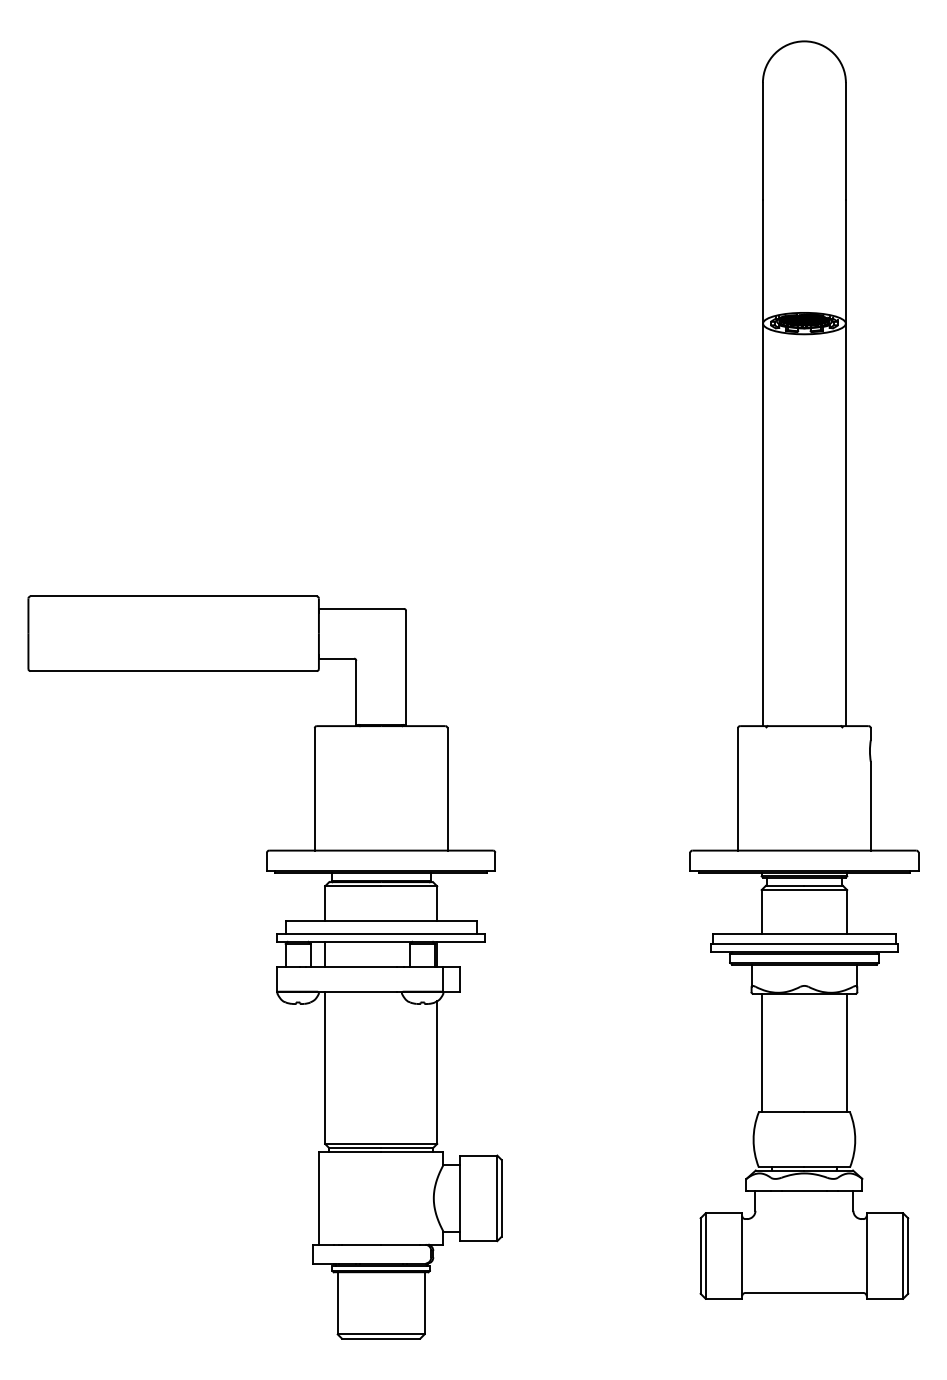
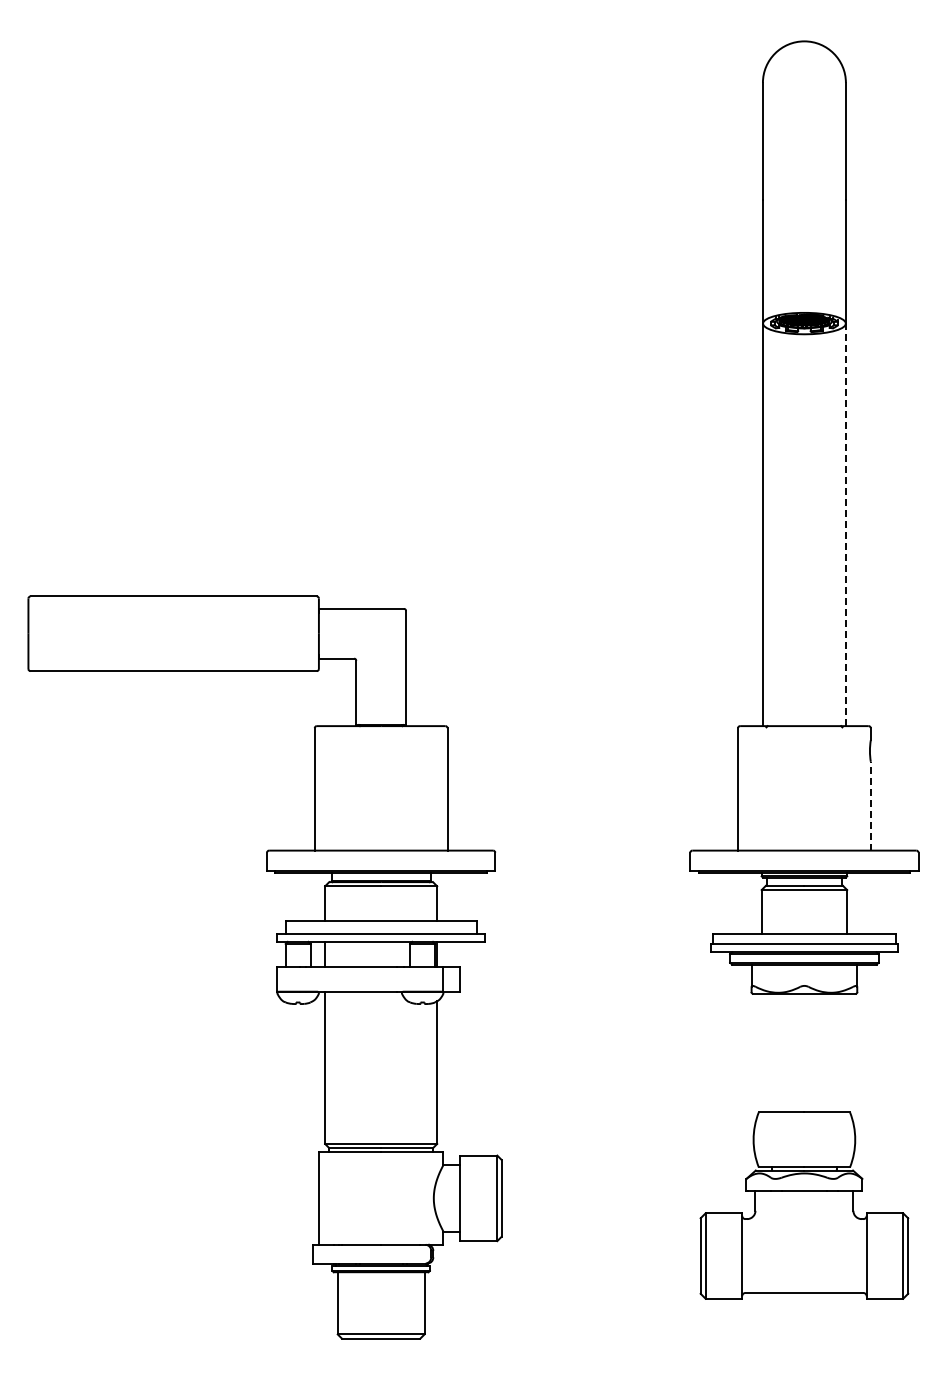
line at (845, 524): solid -> dashed
line at (870, 805): solid -> dashed
line at (761, 1052): present -> none
line at (847, 1052): present -> none
